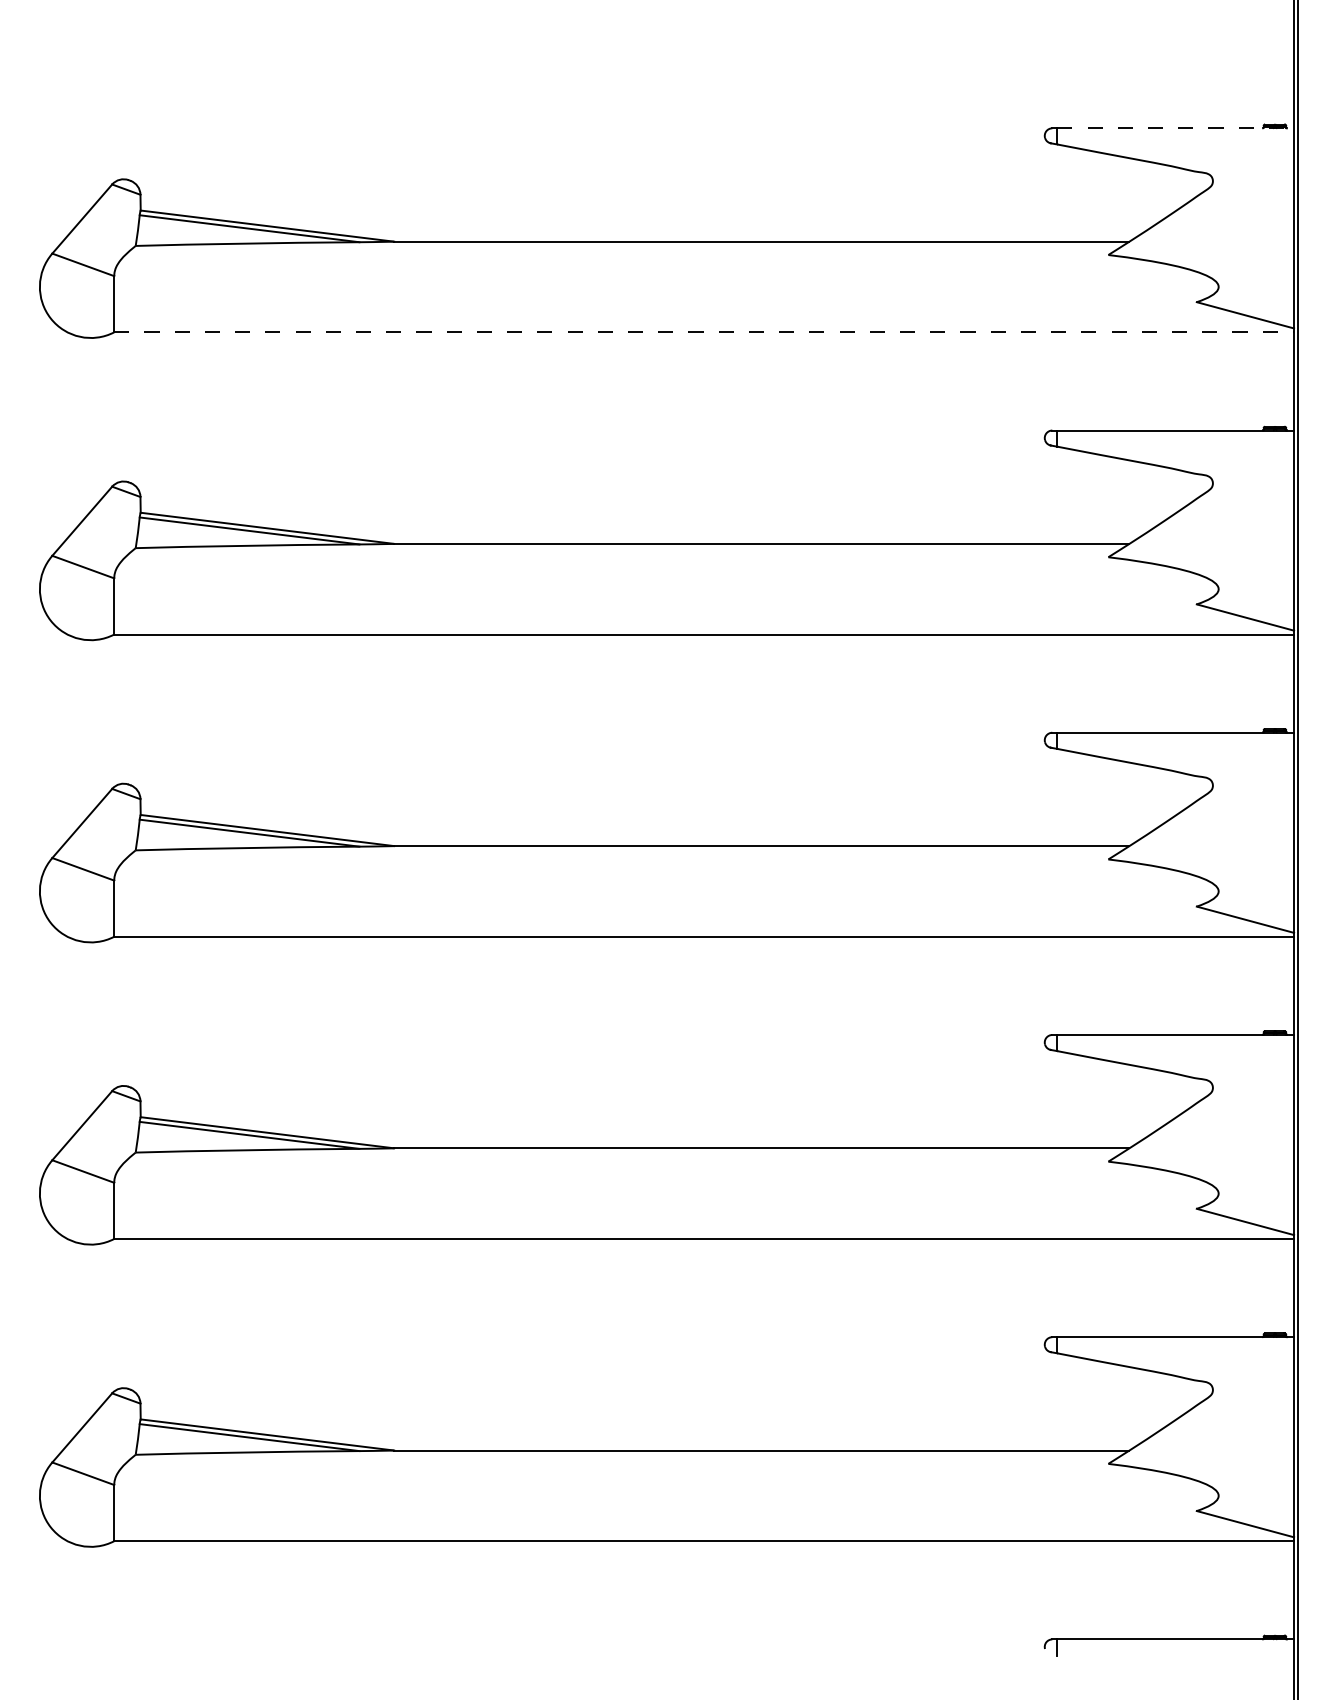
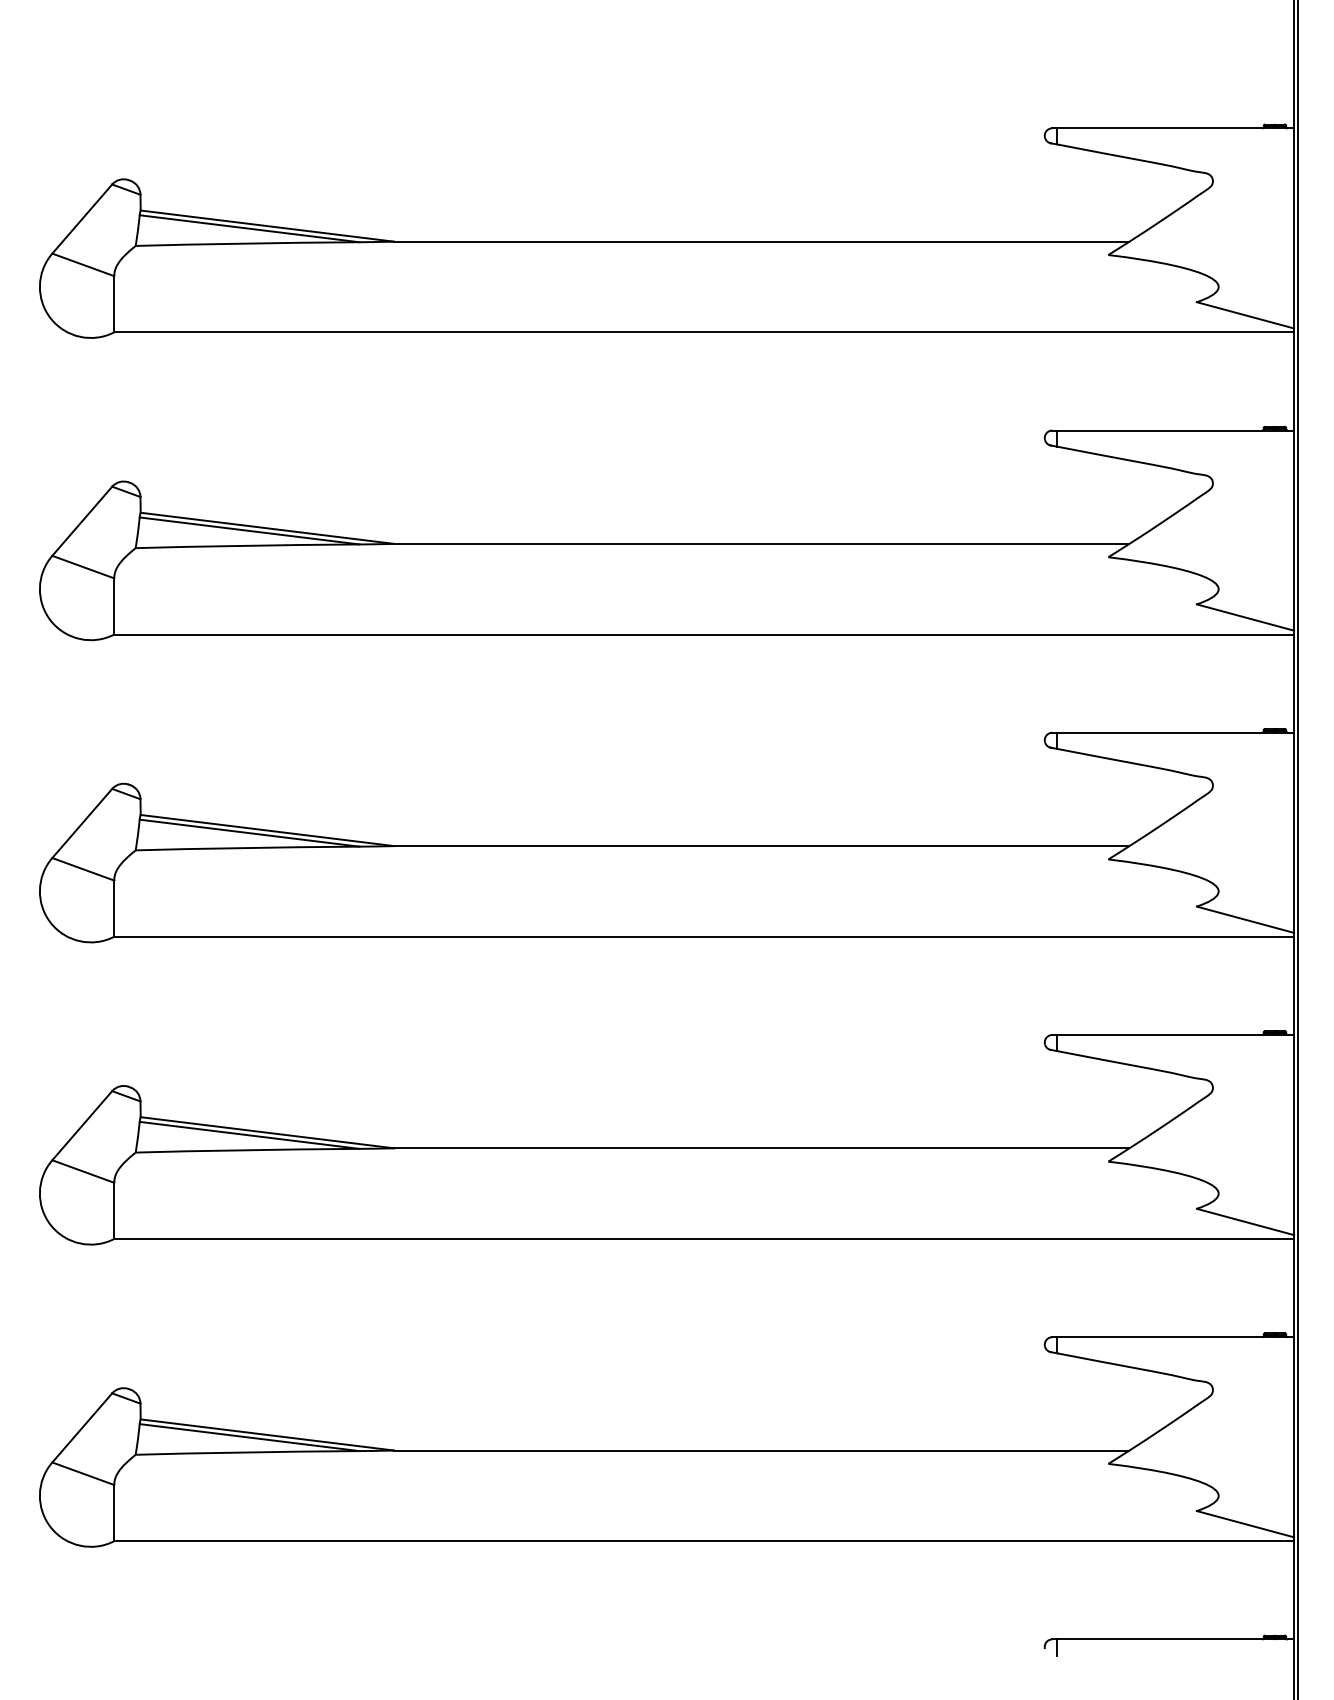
line at (1176, 128): dashed -> solid
line at (704, 332): dashed -> solid
